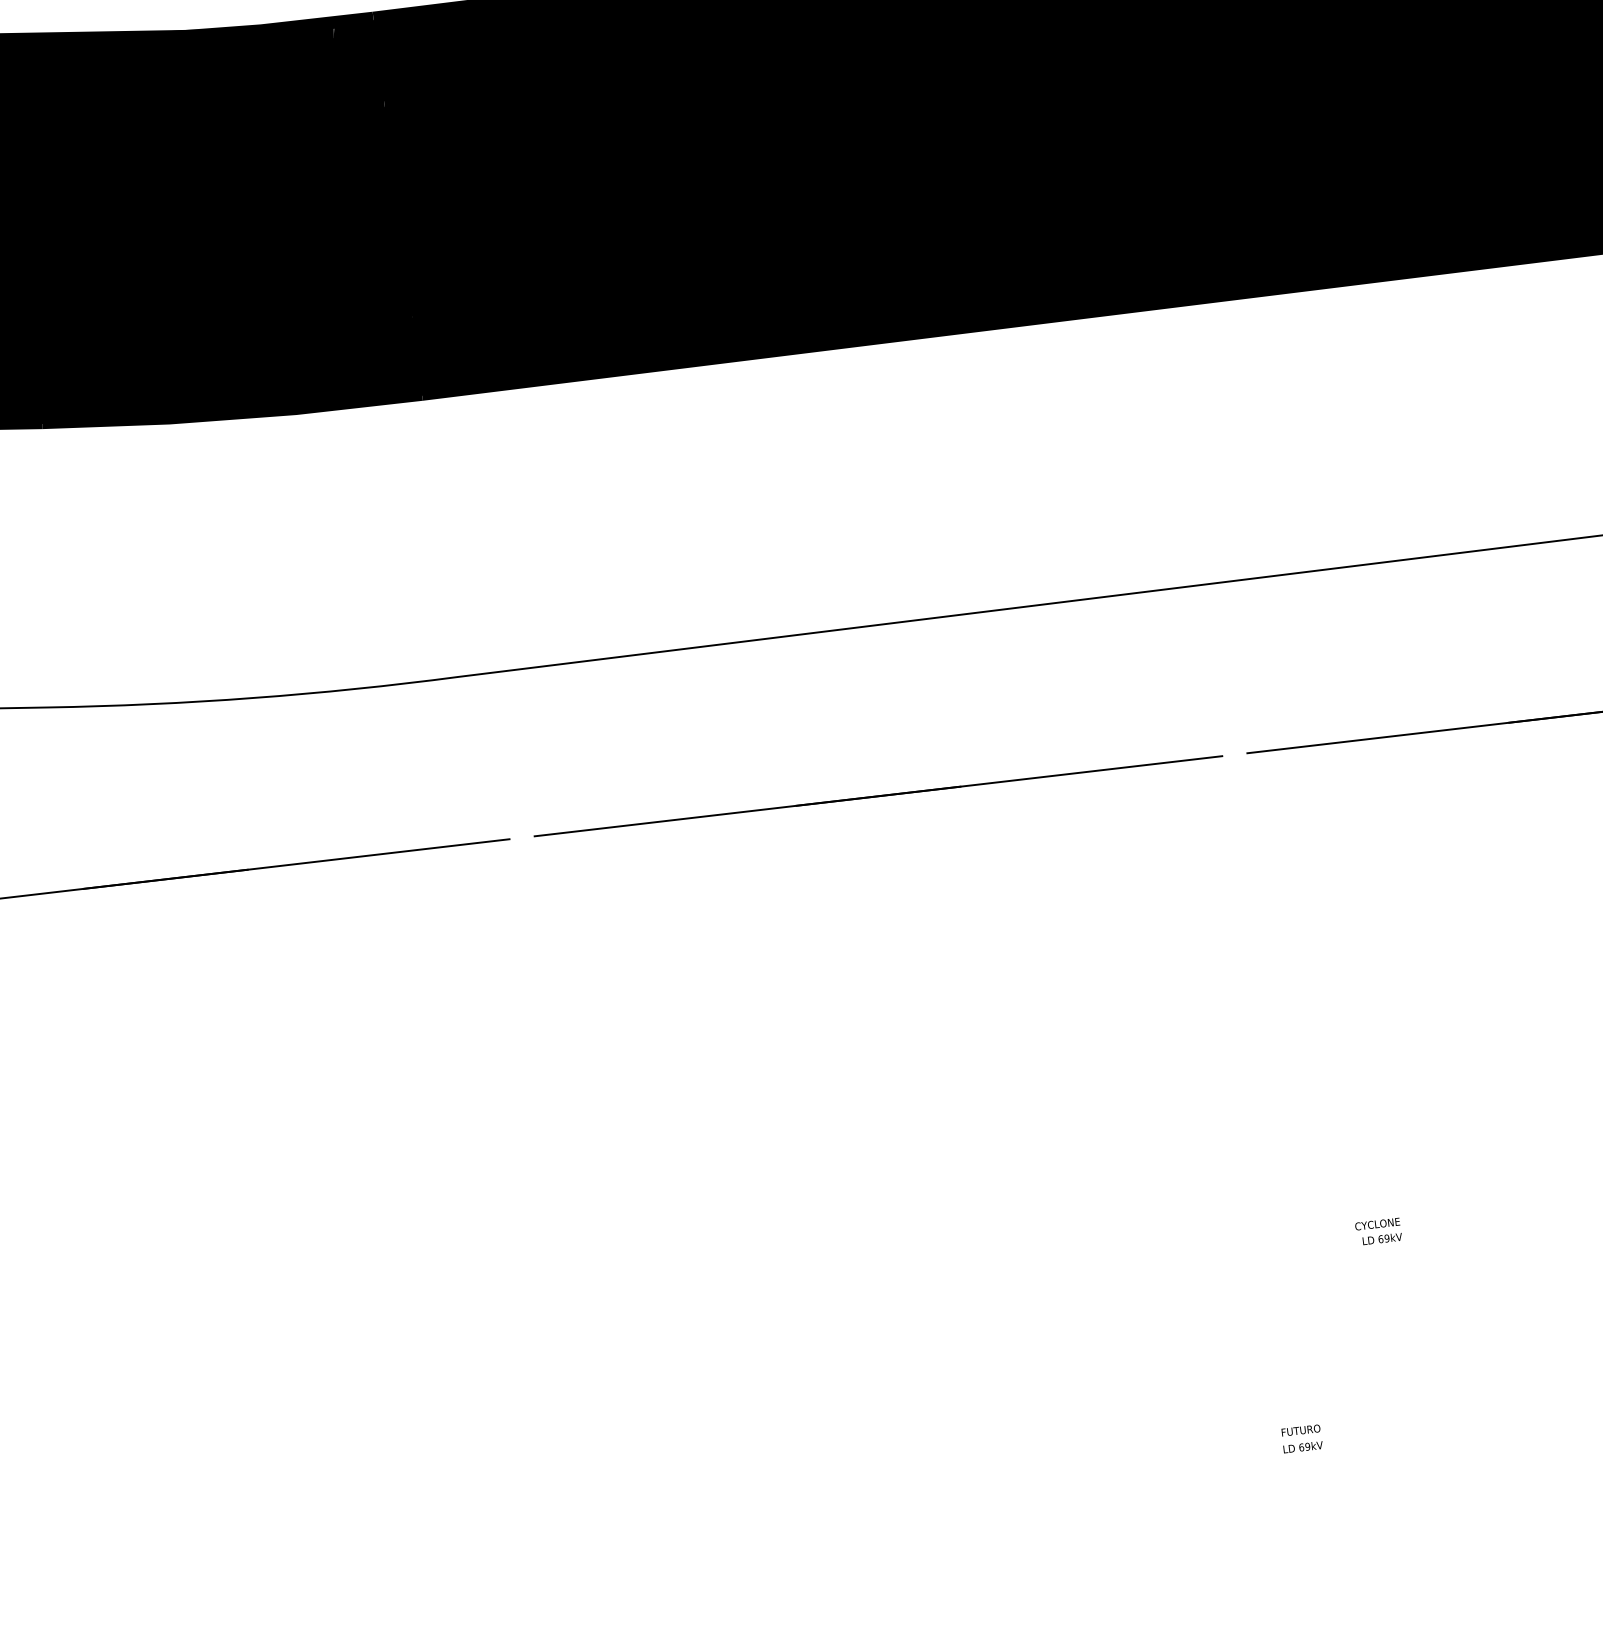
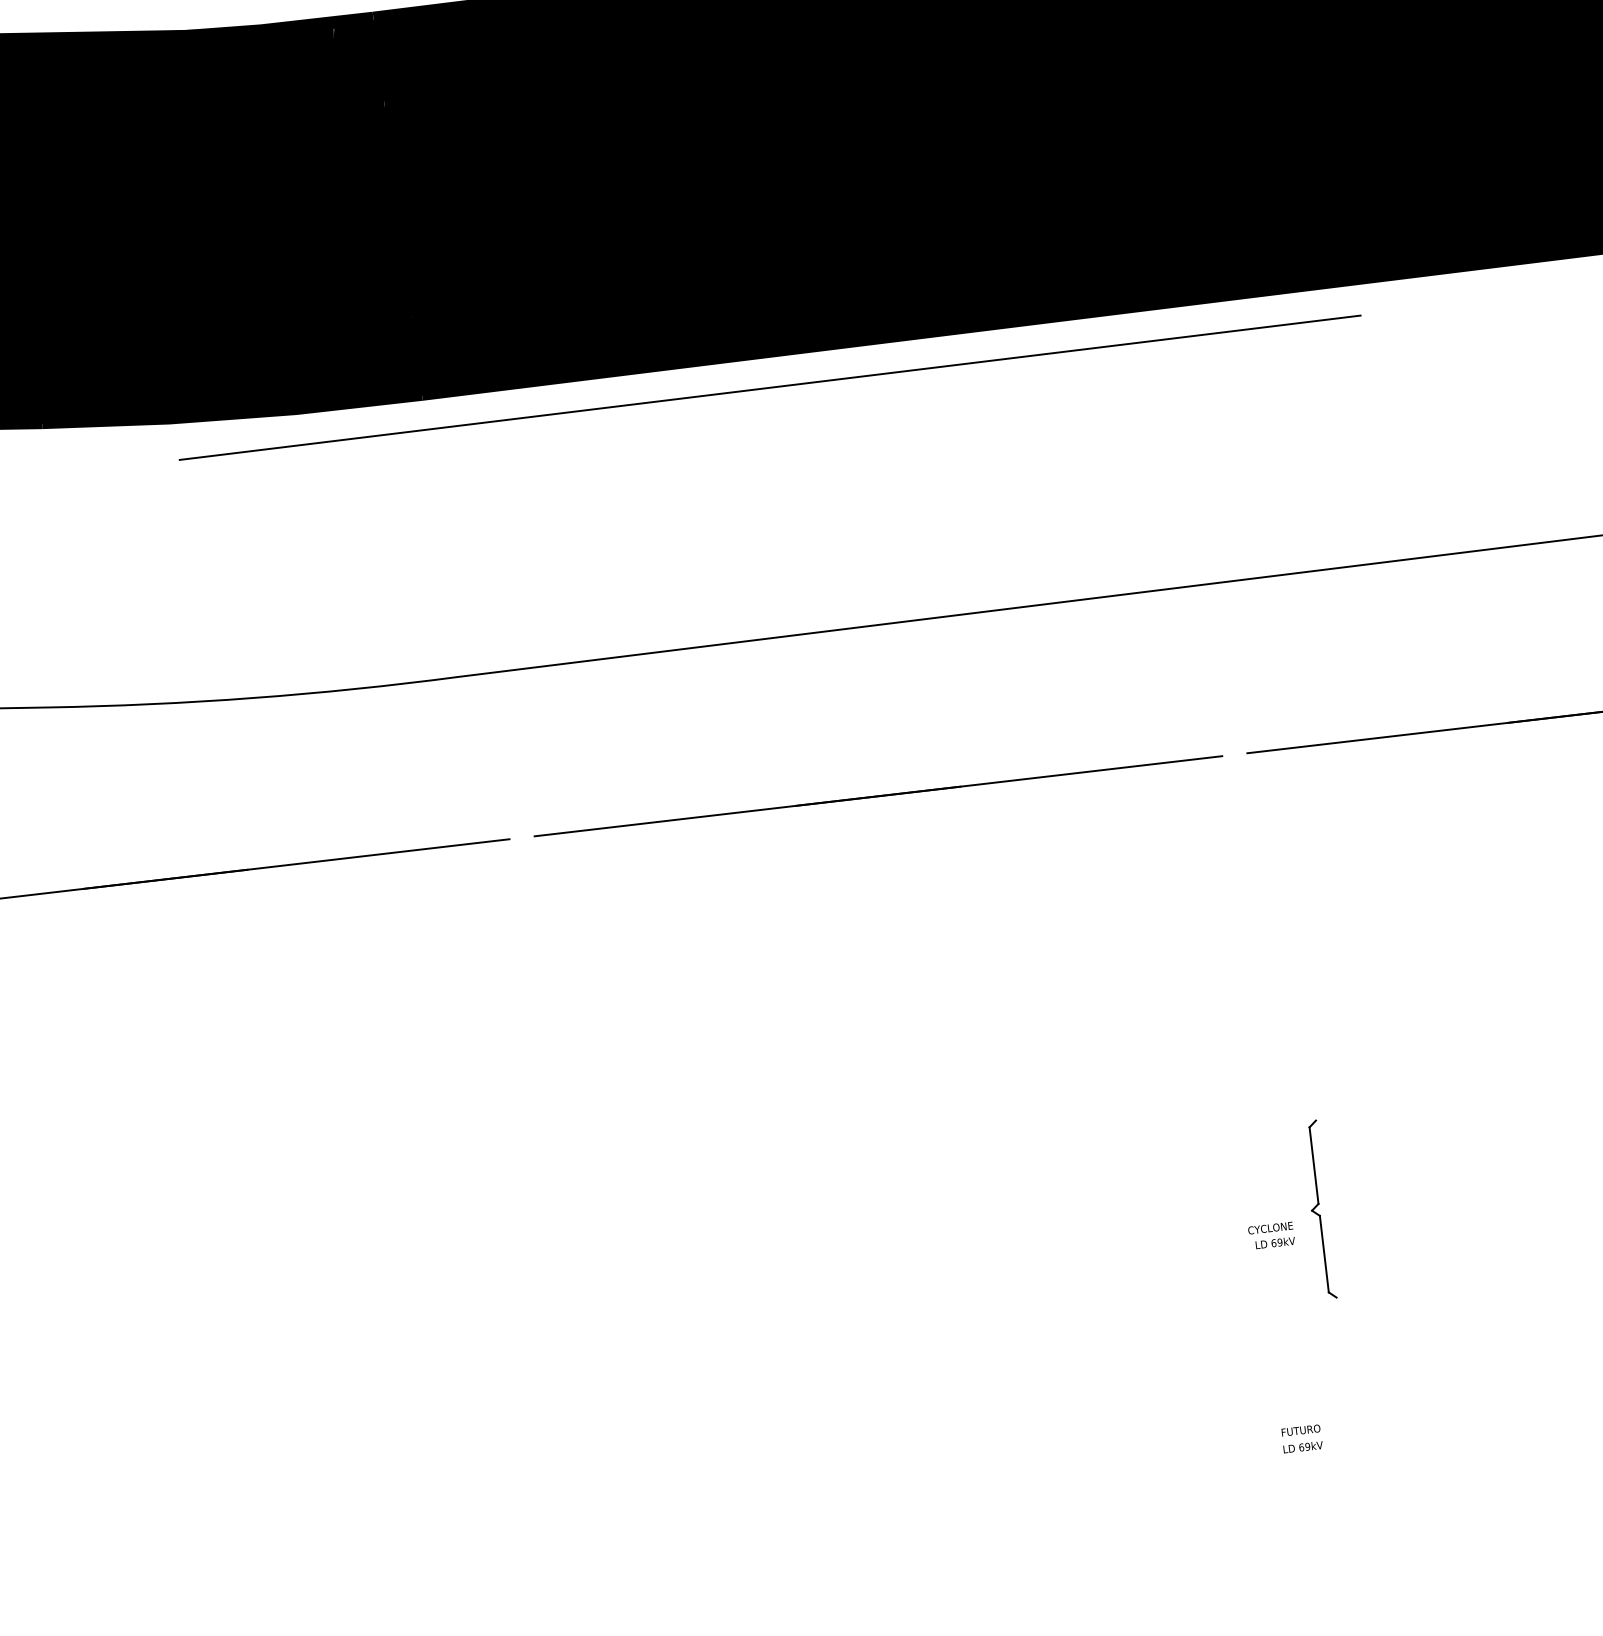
line at (769, 387): none -> present
part at (1322, 1208): none -> present
text at (1378, 1231) position: (1378, 1231) -> (1271, 1235)
